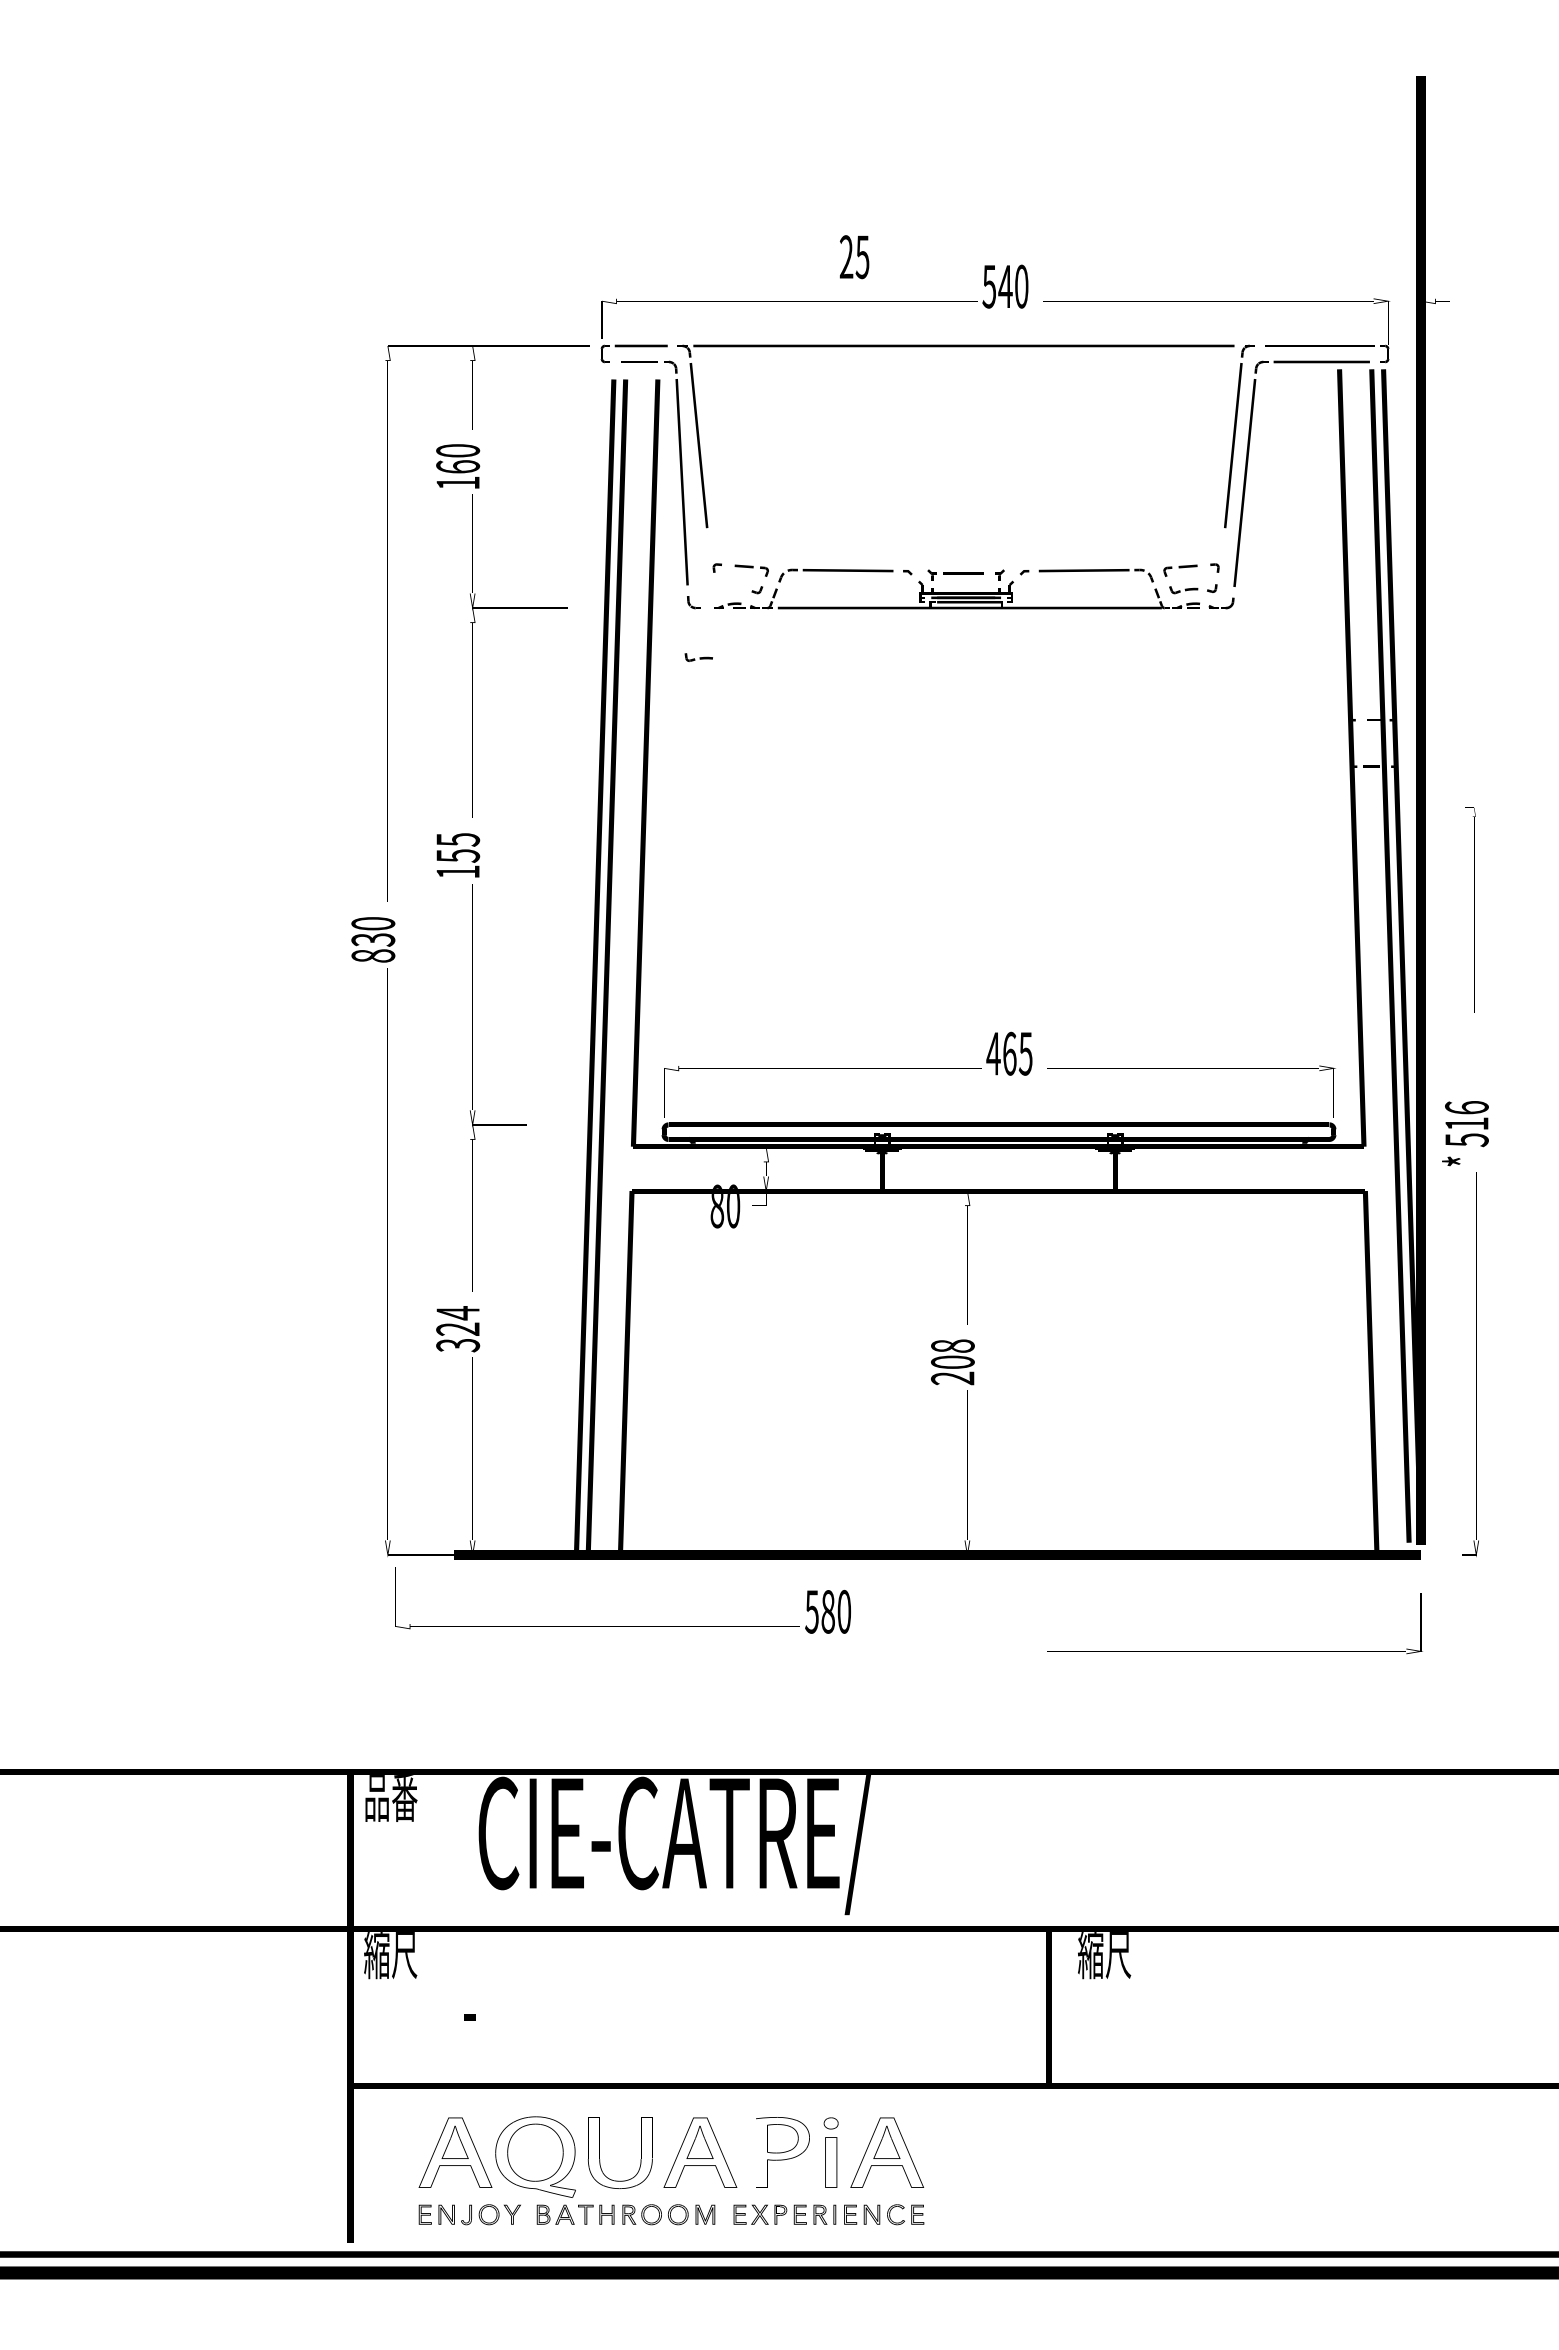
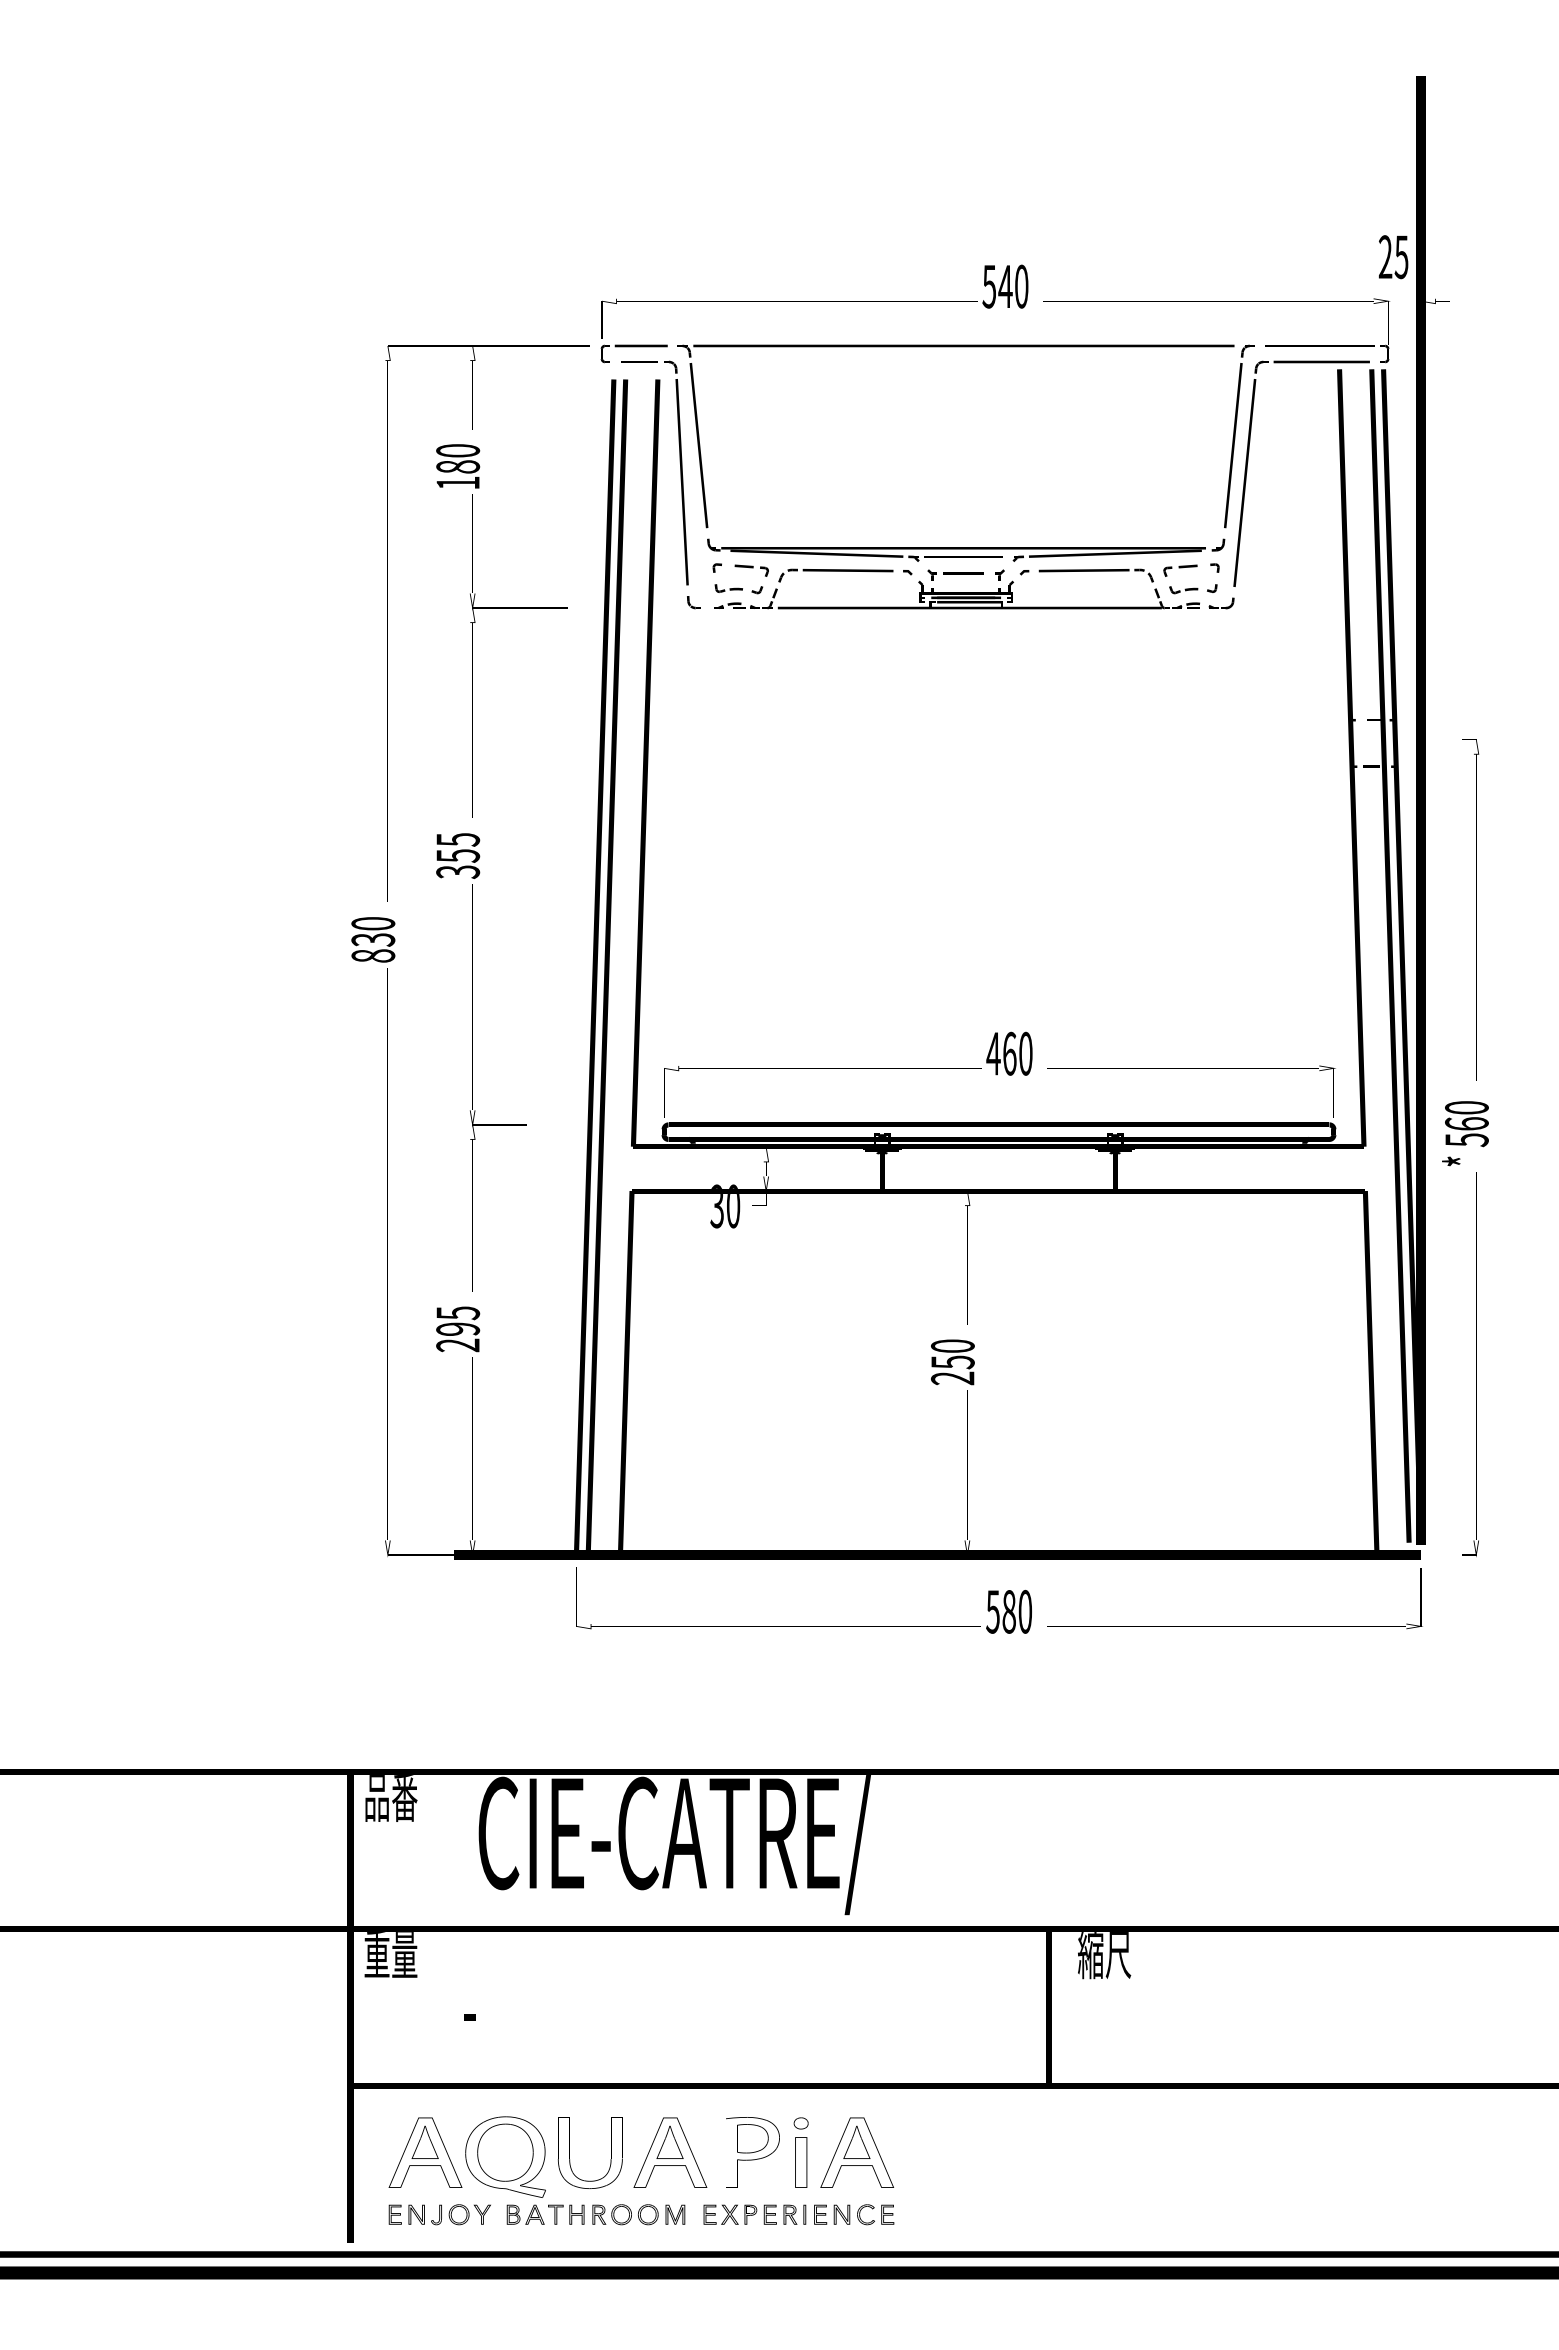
text at (854, 257) position: (854, 257) -> (1393, 257)
text at (458, 466): 160 -> 180
part at (966, 549): none -> present
part at (698, 657) position: (698, 657) -> (728, 588)
text at (458, 872): 155 -> 355
part at (1470, 909) size: 11x206 px -> 18x342 px
text at (1025, 1053): 465 -> 460
text at (1466, 1115): 516 -> 560
text at (717, 1206): 80 -> 30
text at (458, 1329): 324 -> 295
text at (952, 1354): 208 -> 250
text at (622, 1600) position: (622, 1600) -> (803, 1600)
part at (1234, 1651) position: (1234, 1651) -> (1234, 1626)
text at (390, 1955): 縮尺 -> 重量
part at (671, 2170) position: (671, 2170) -> (641, 2170)
